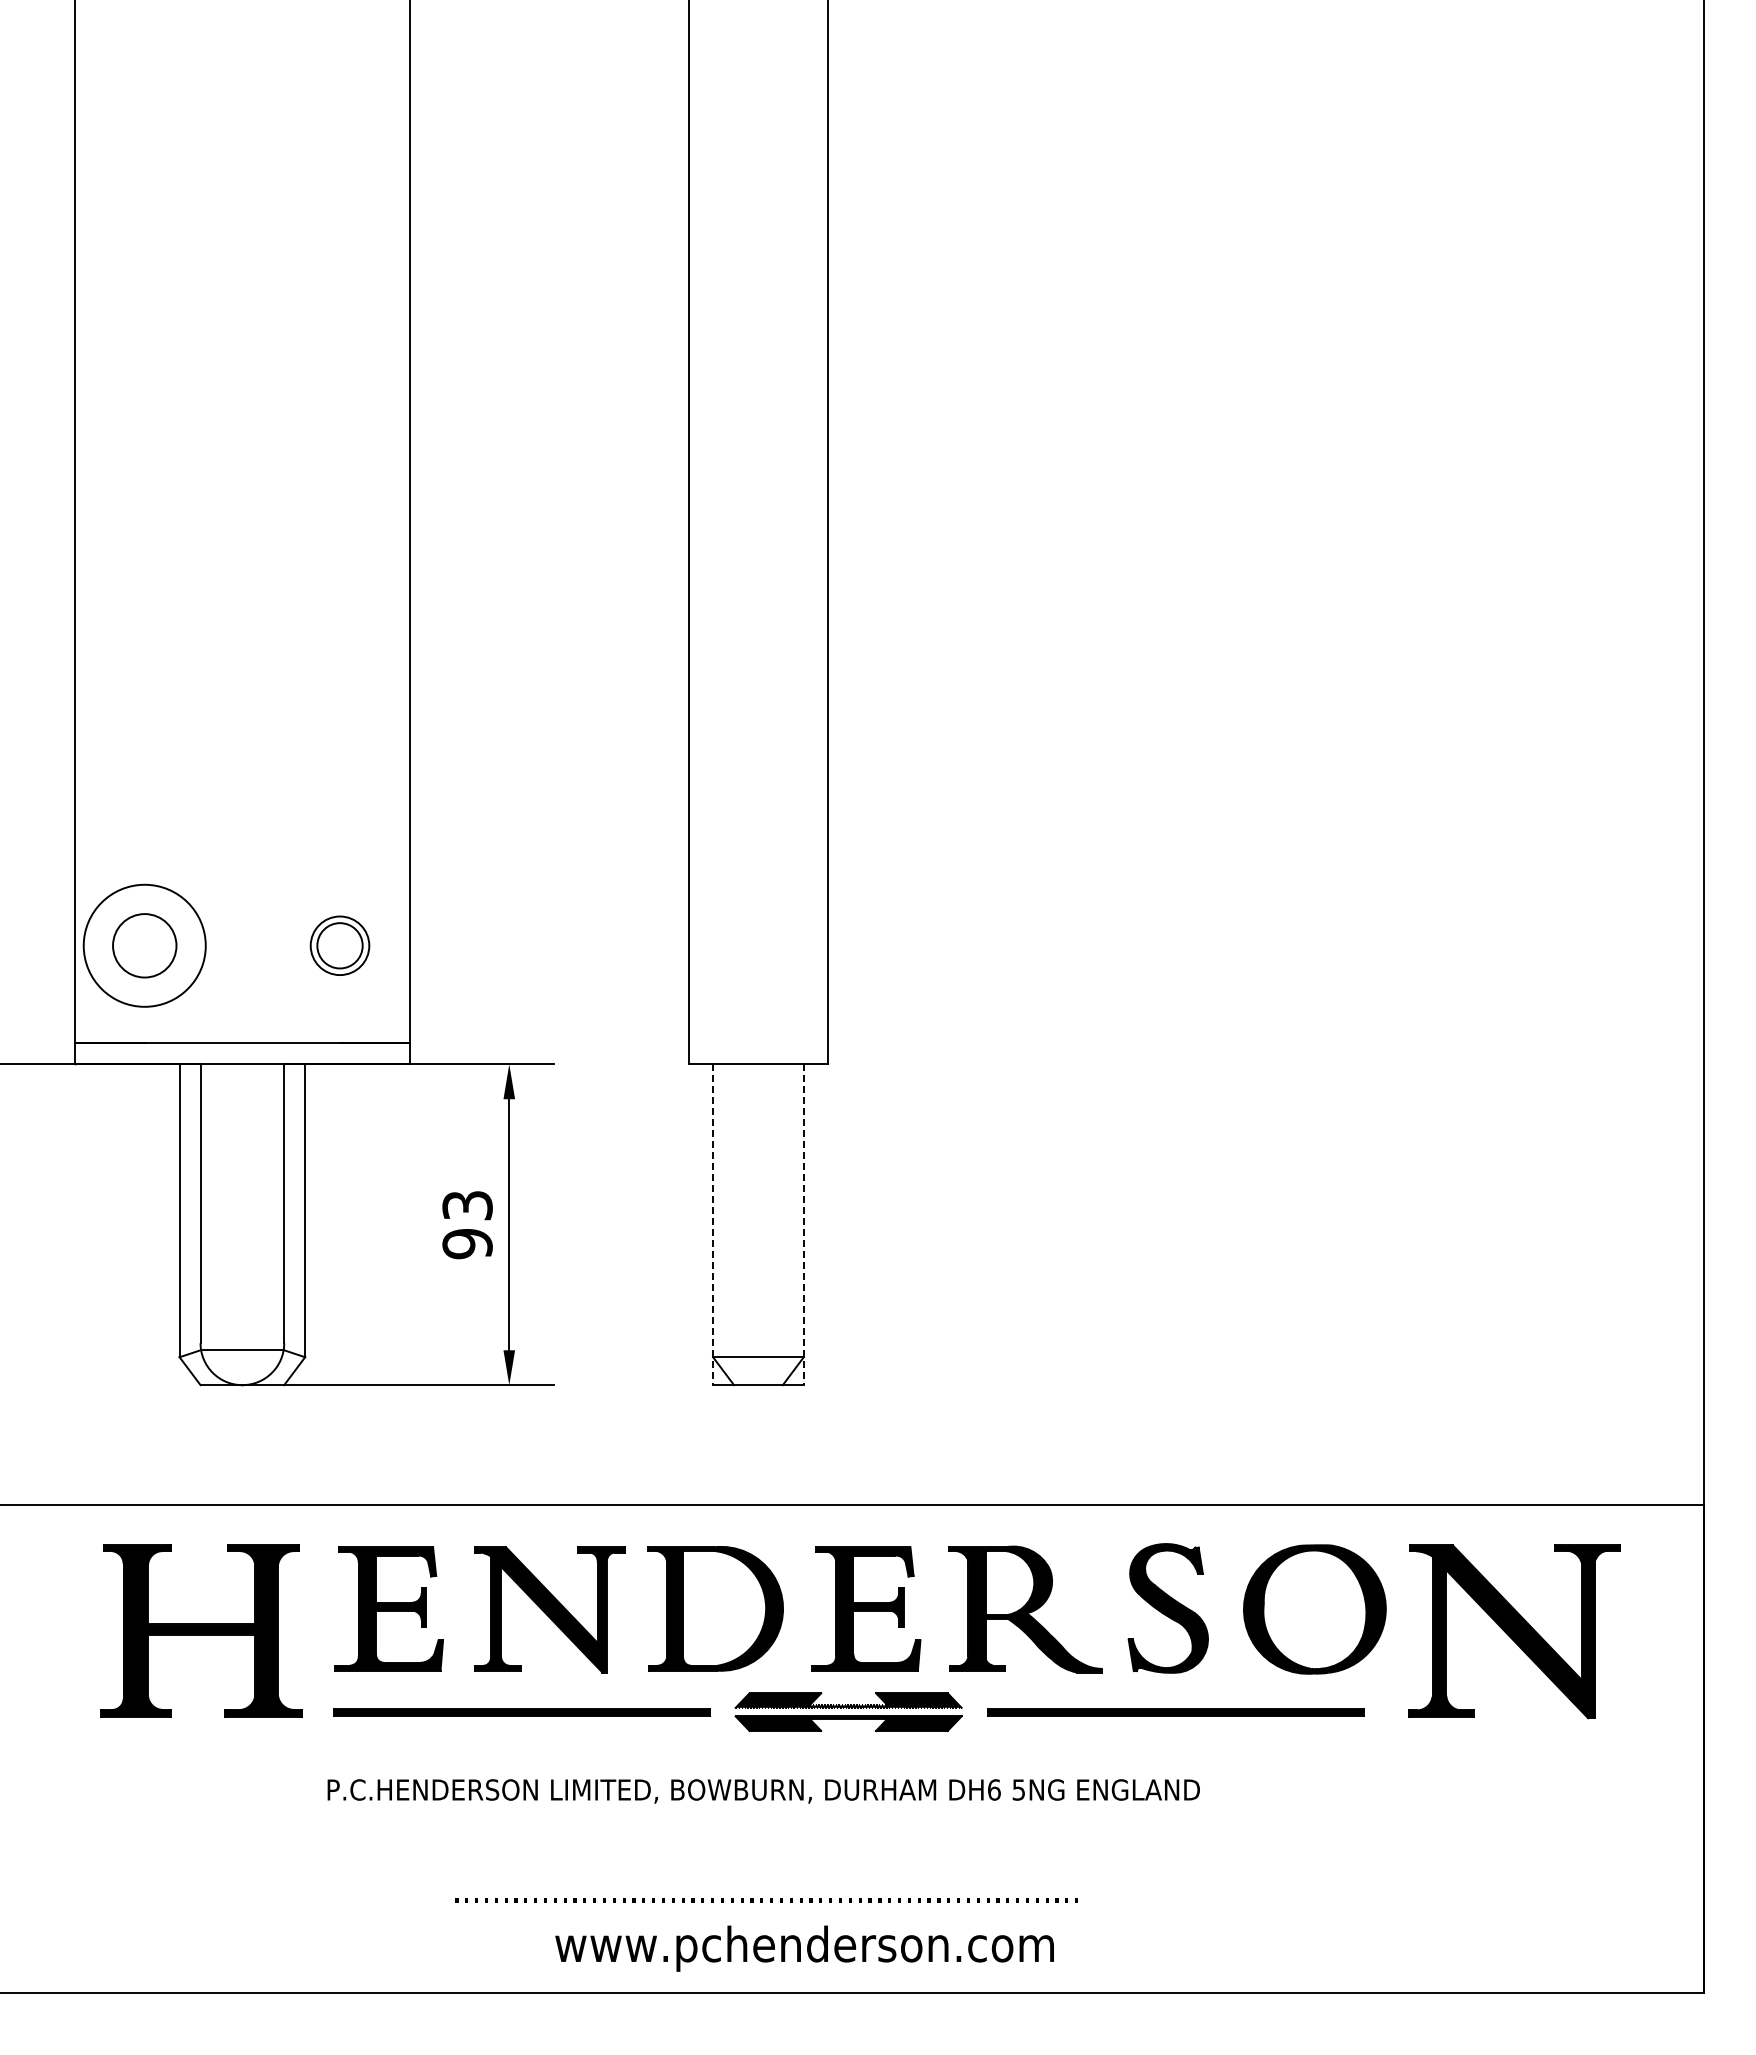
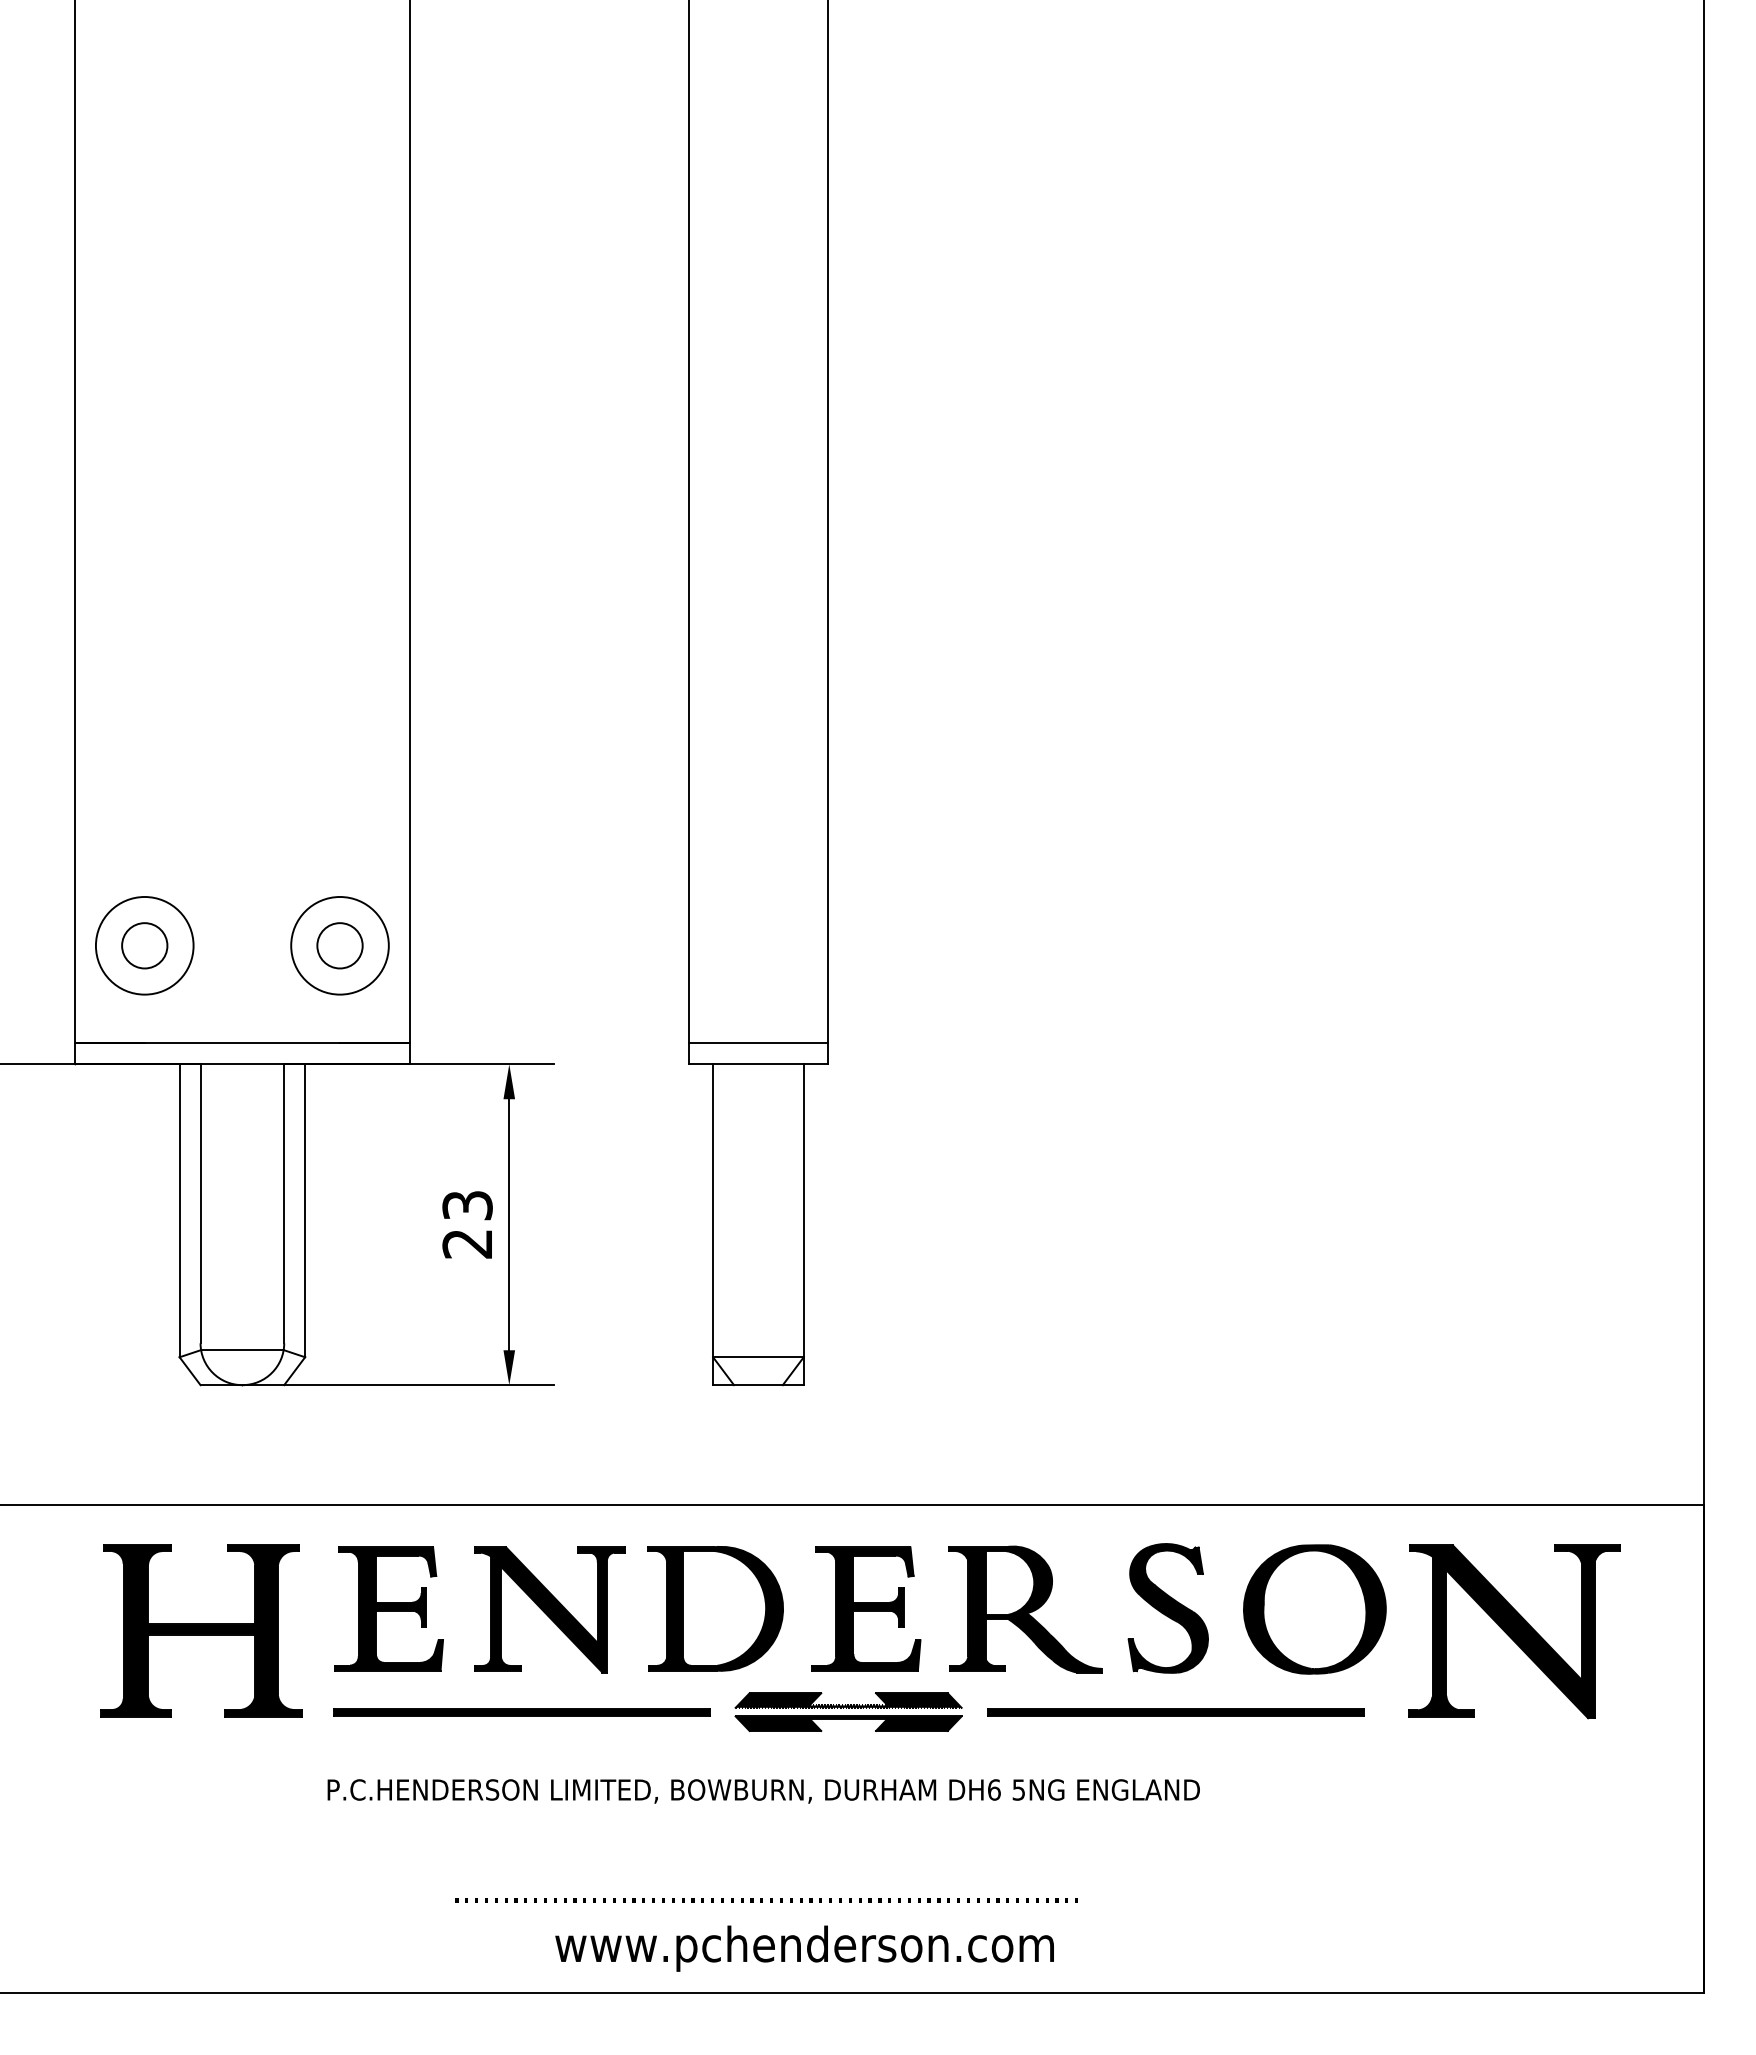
circle at (144, 945) diameter: 122 px -> 98 px
circle at (144, 945) diameter: 63 px -> 45 px
circle at (339, 945) diameter: 59 px -> 98 px
line at (758, 1043): none -> present
line at (713, 1225): dashed -> solid
line at (803, 1225): dashed -> solid
text at (467, 1244): 93 -> 23
